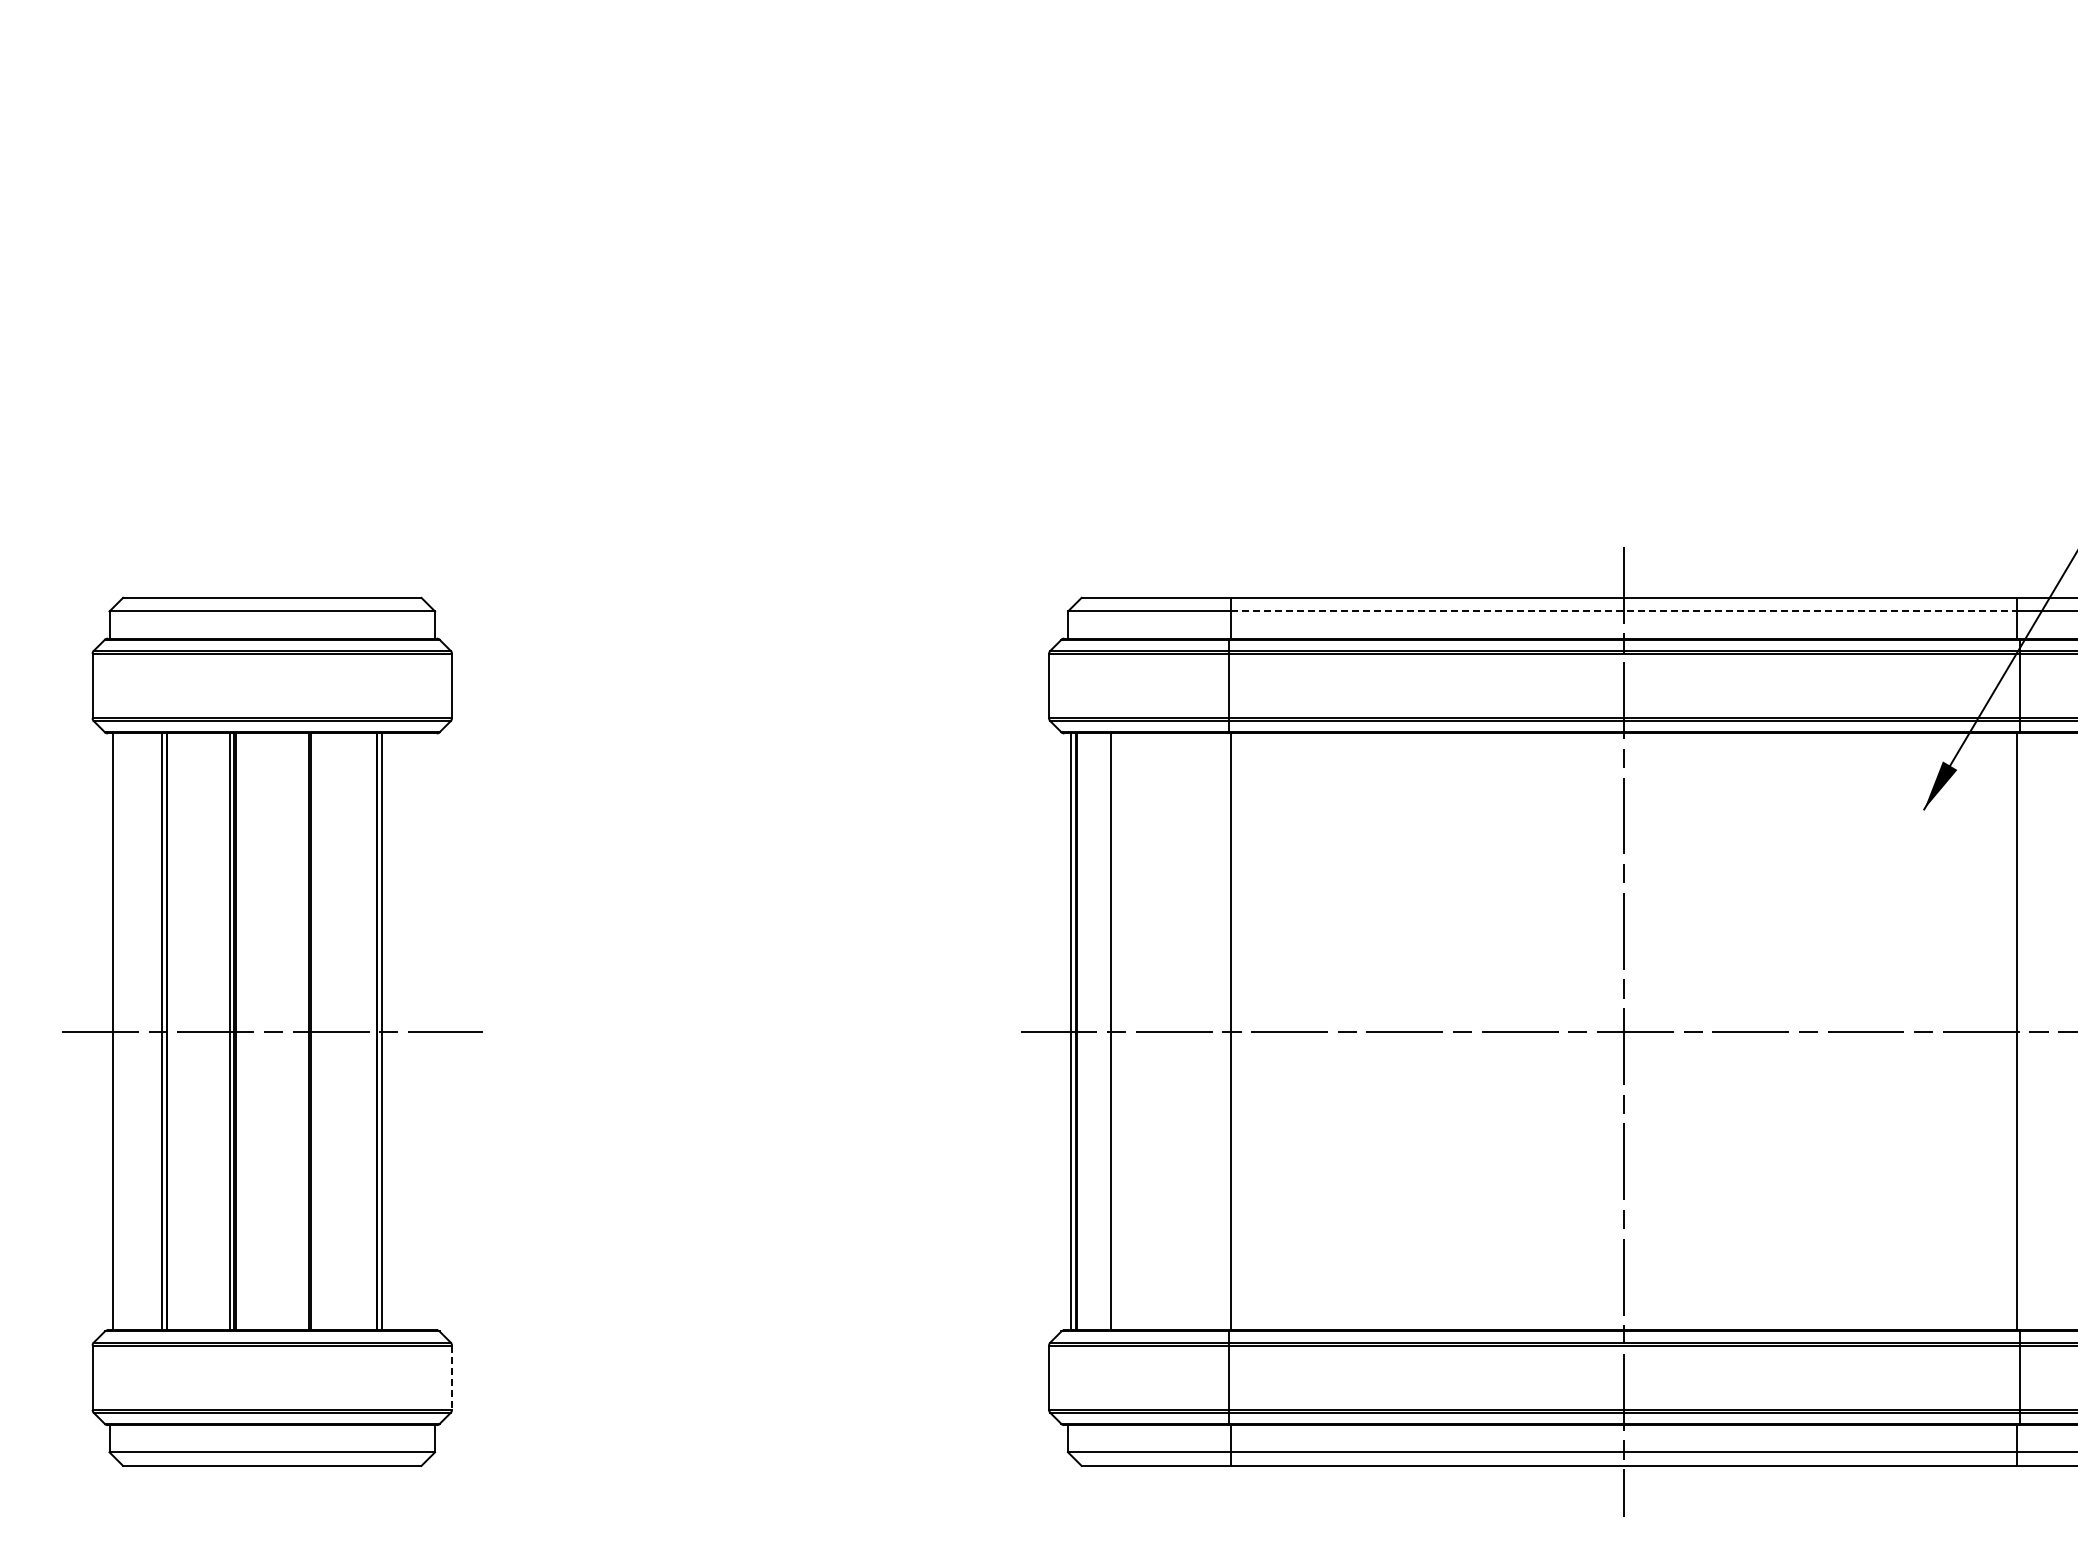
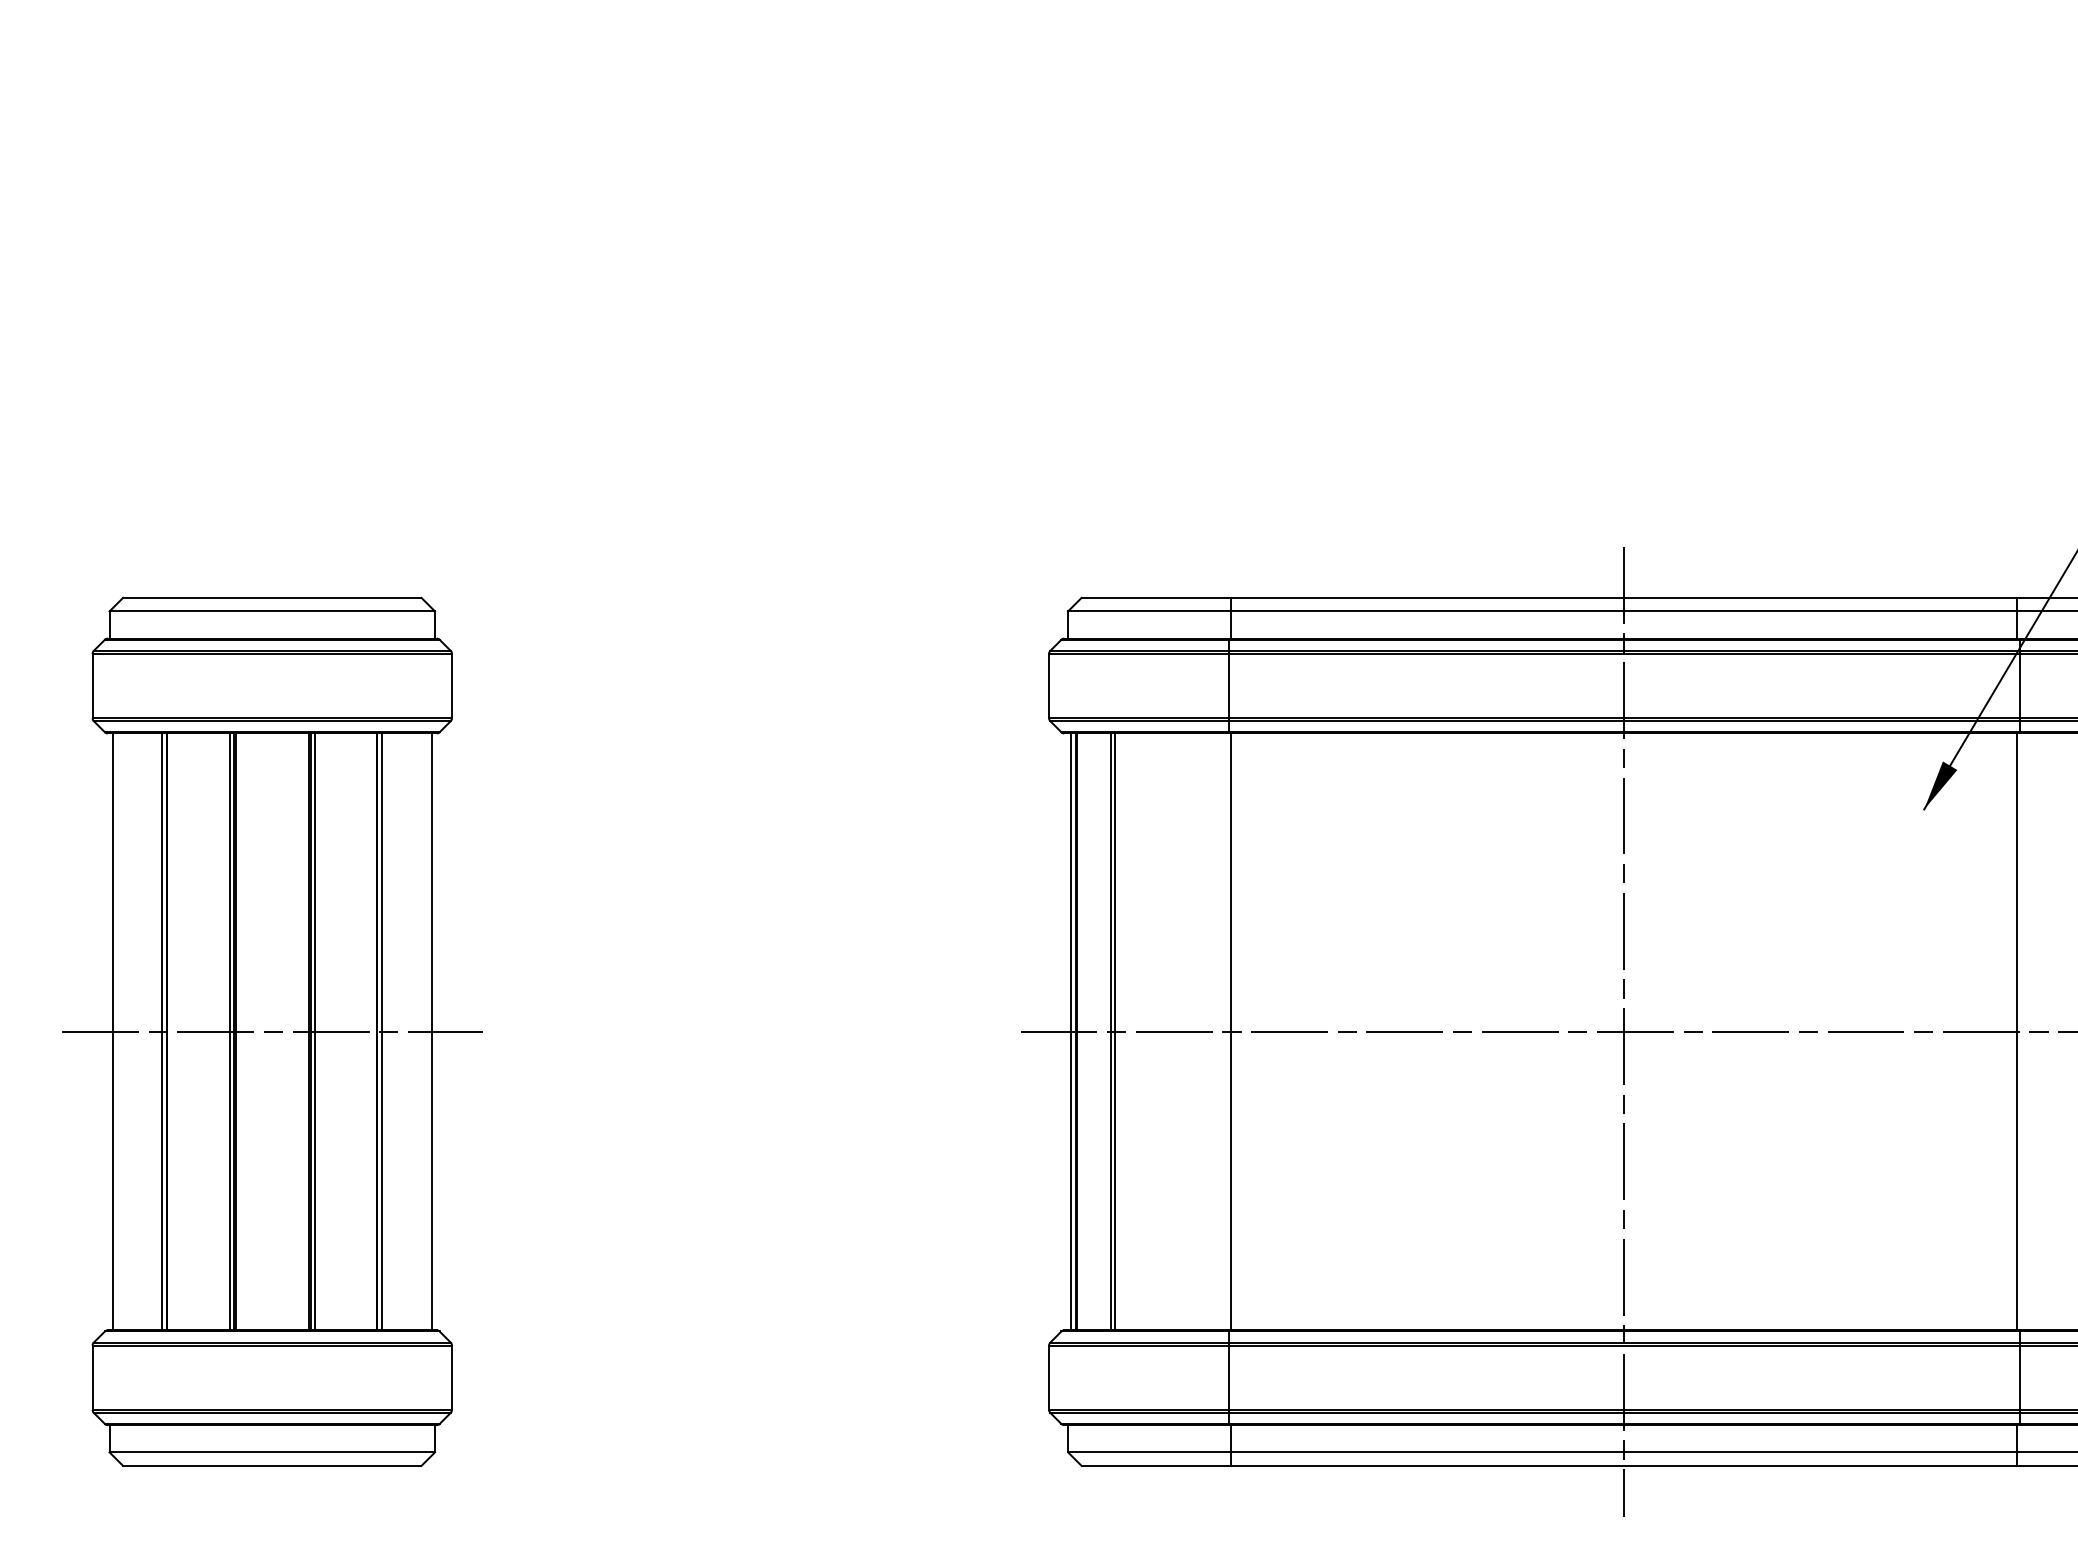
line at (1624, 611): dashed -> solid
line at (315, 1031): none -> present
line at (431, 1031): none -> present
line at (1115, 1031): none -> present
line at (452, 1378): dashed -> solid
